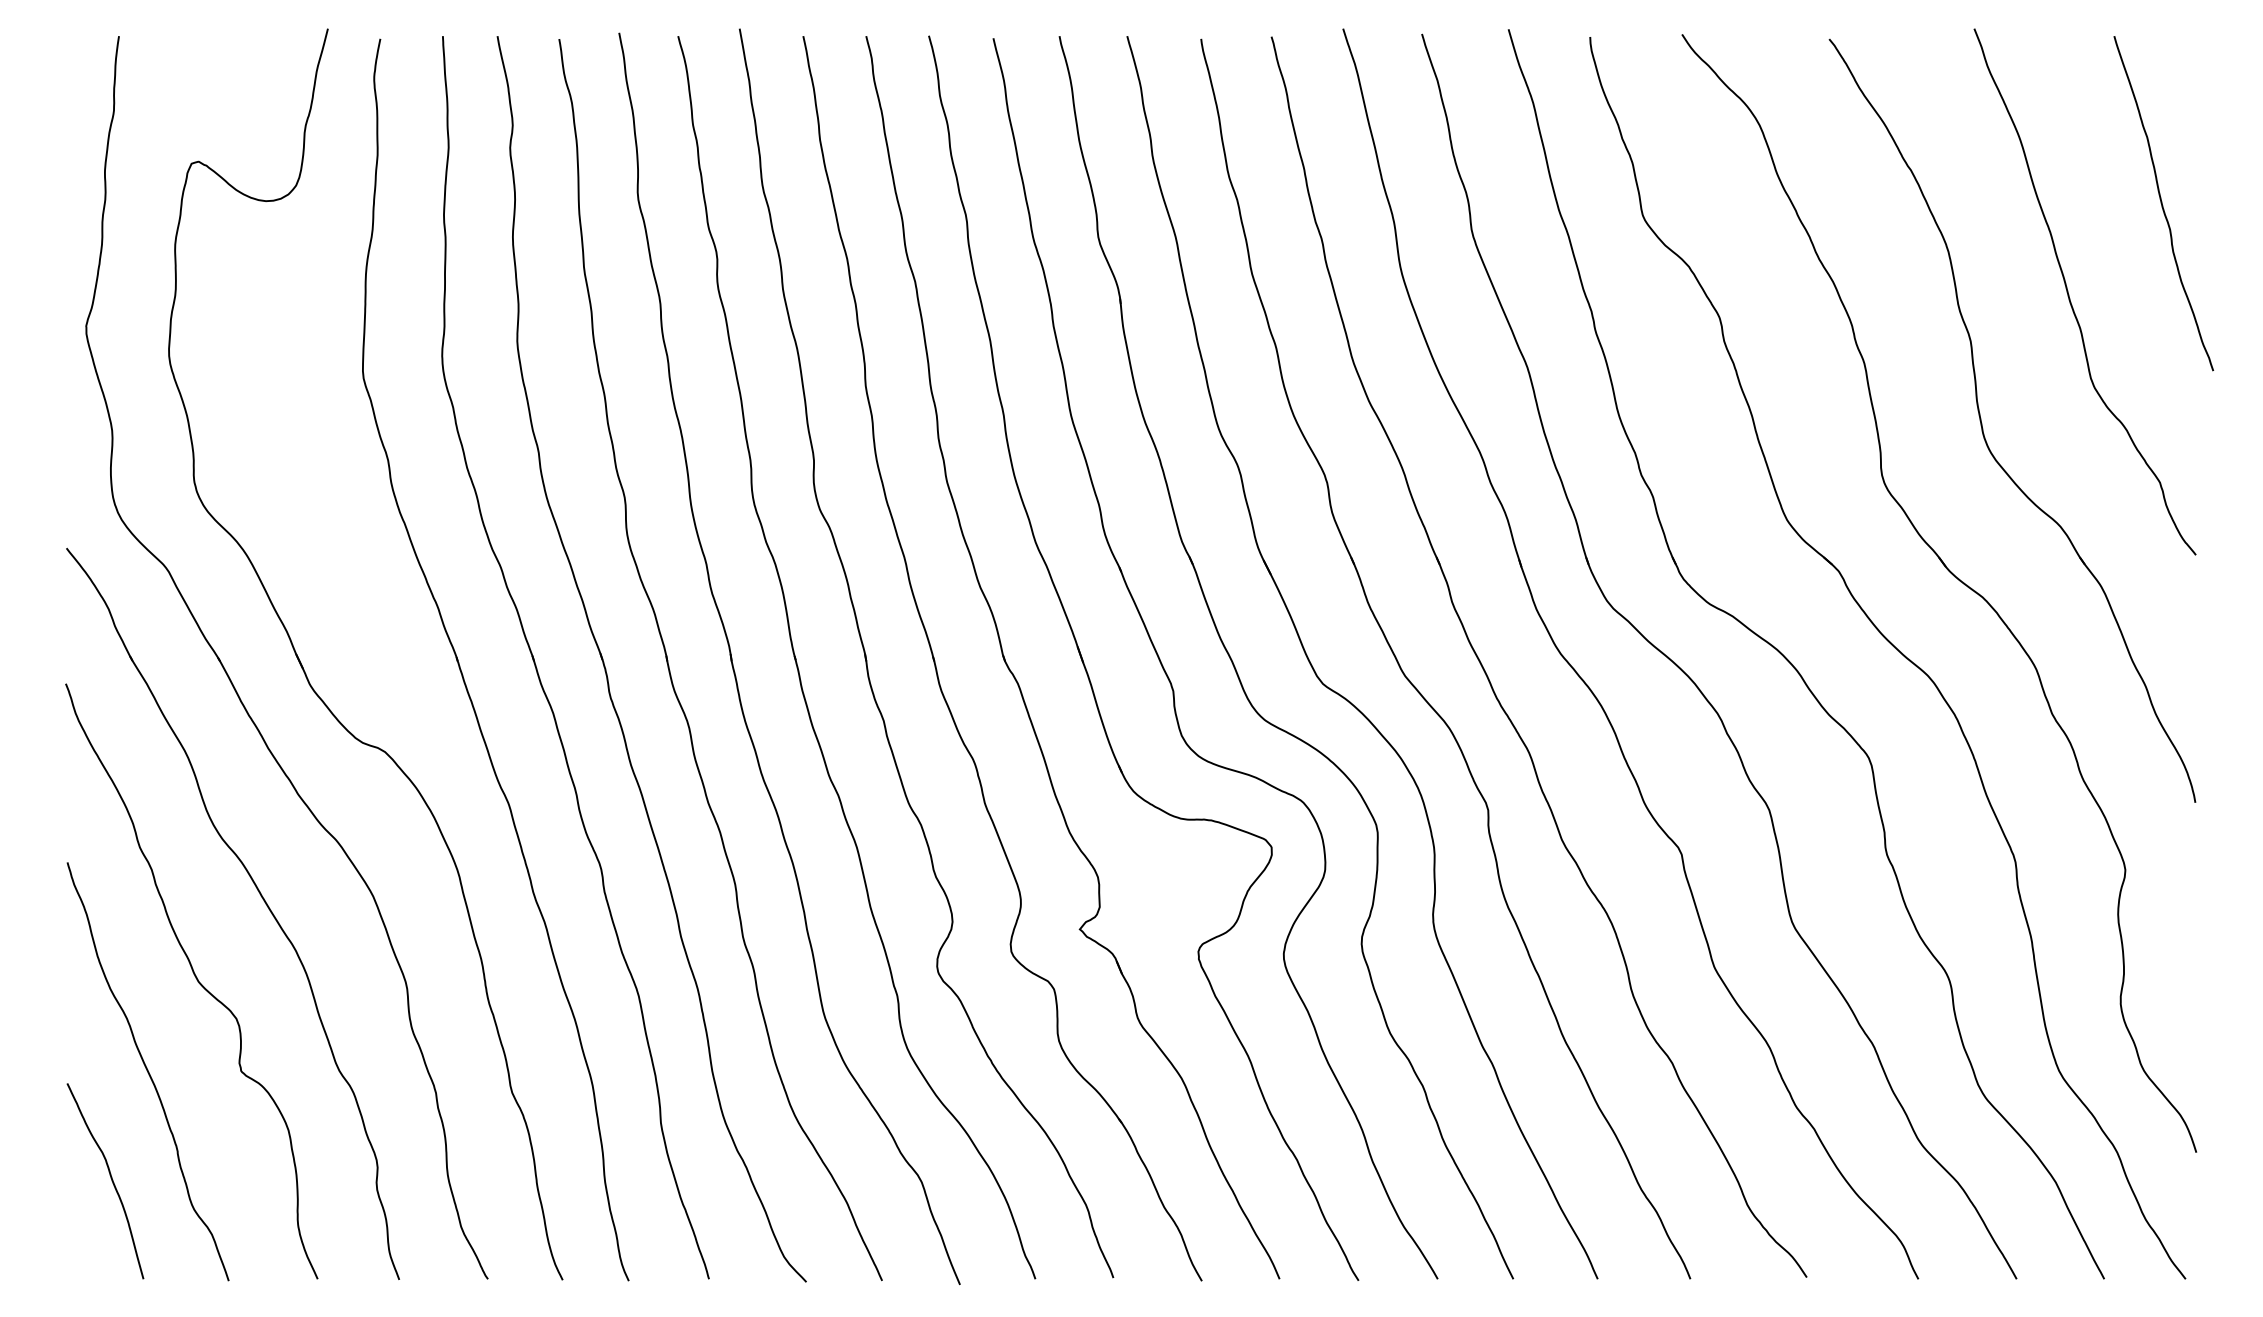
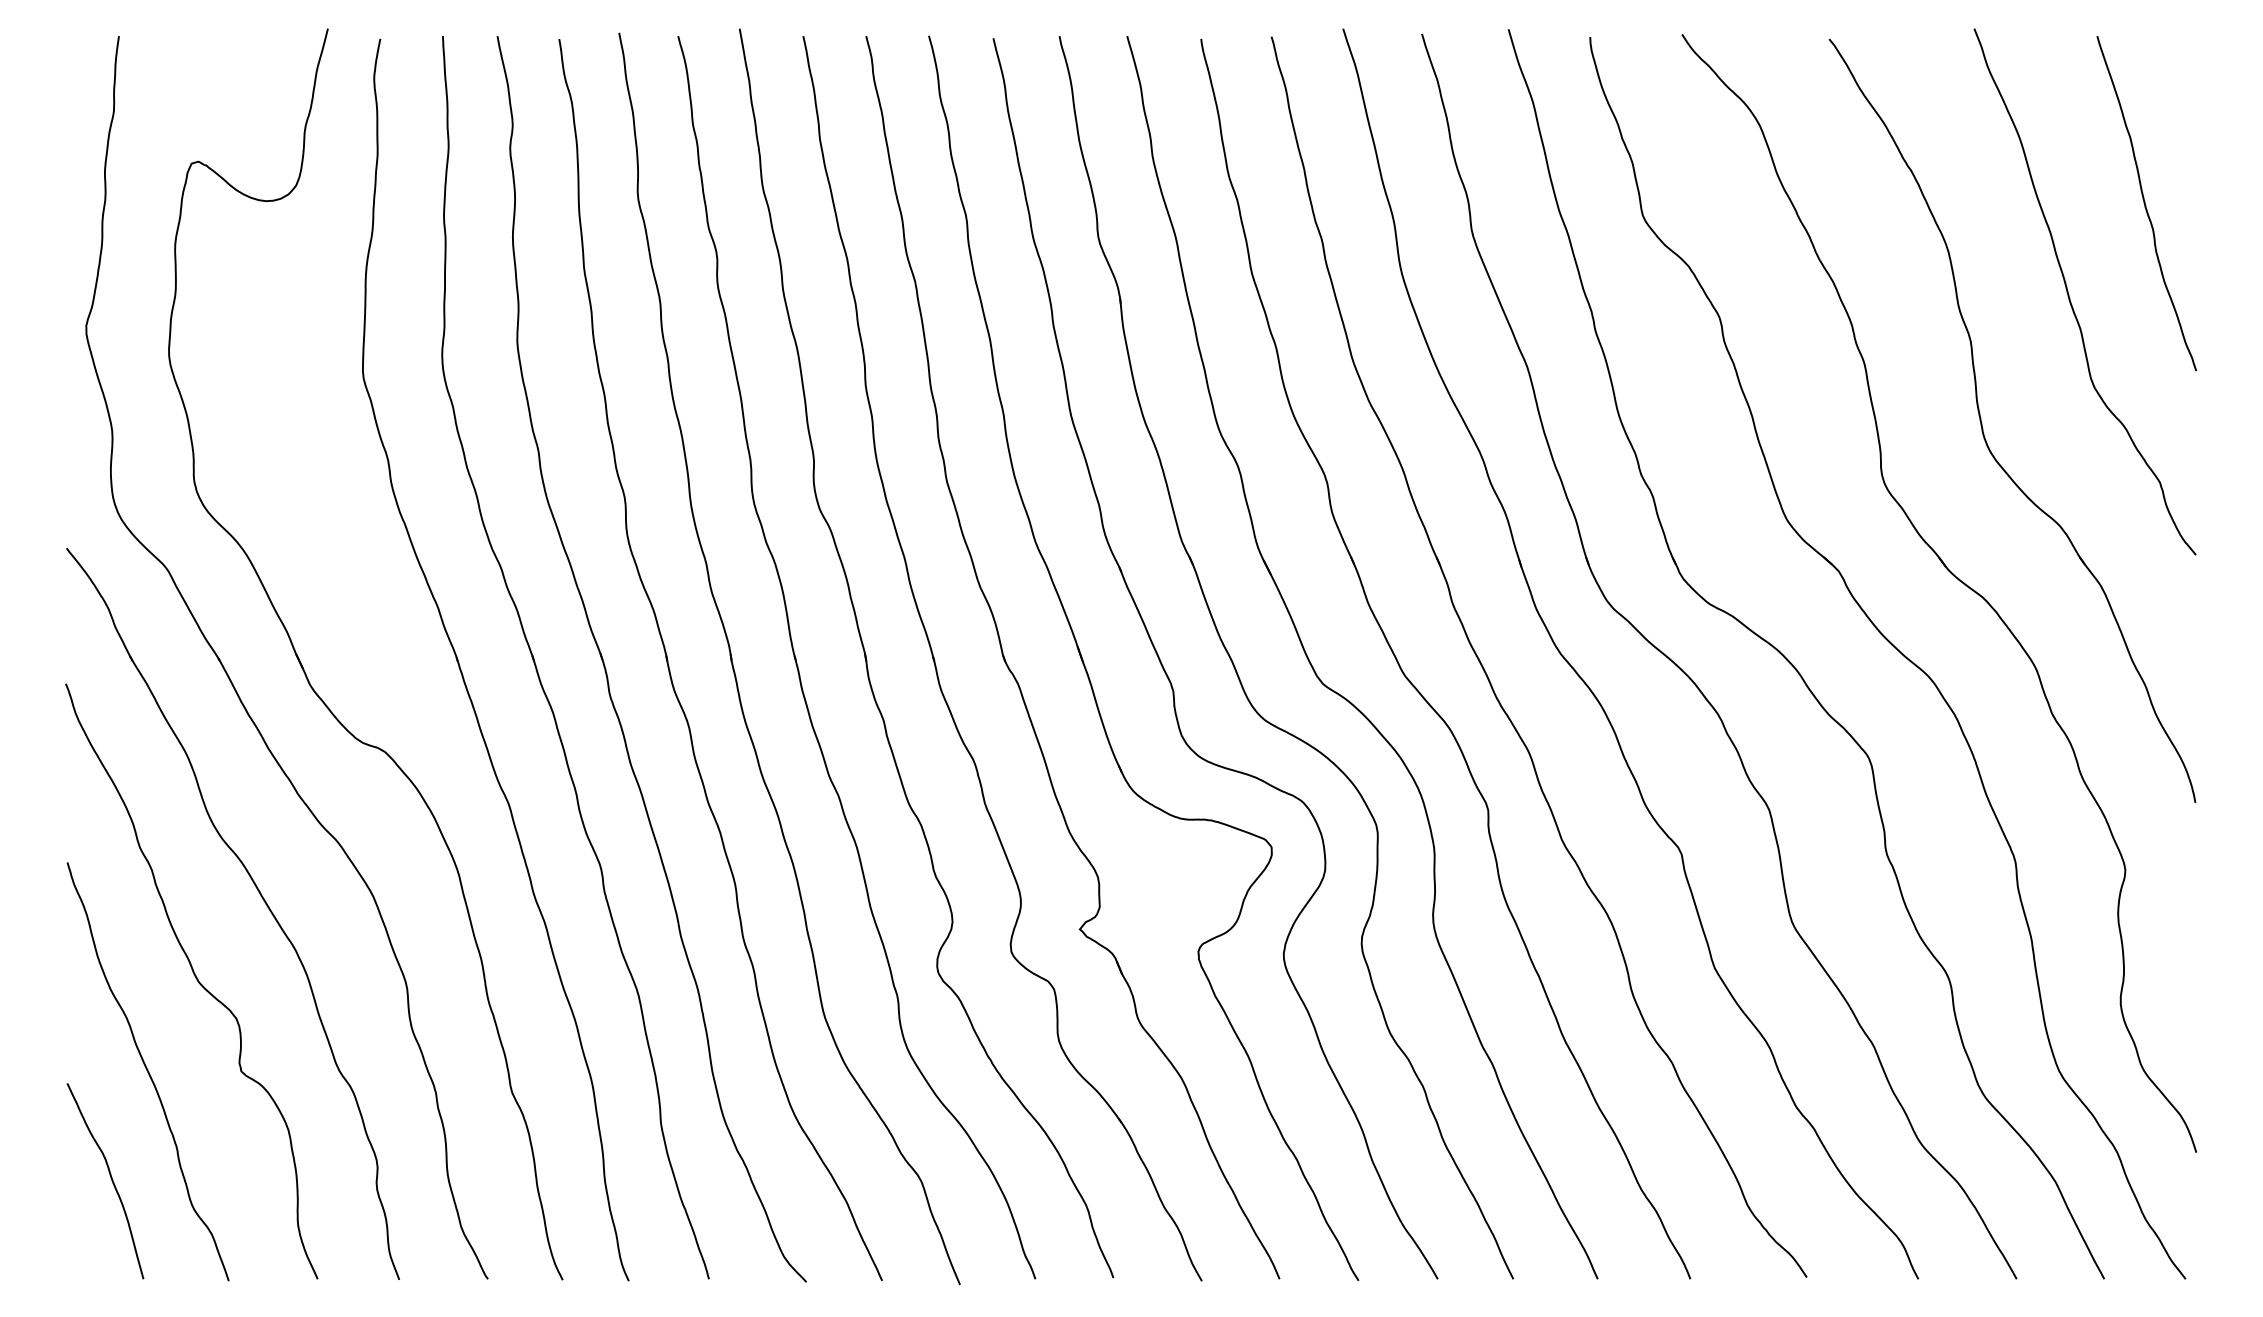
curve at (2162, 203) position: (2162, 203) -> (2145, 203)
